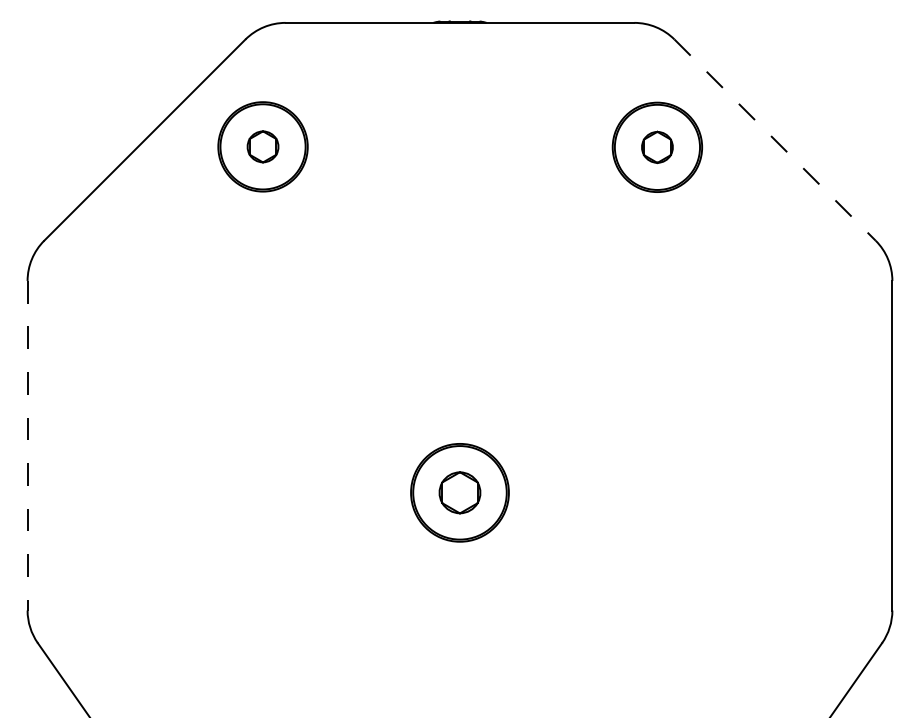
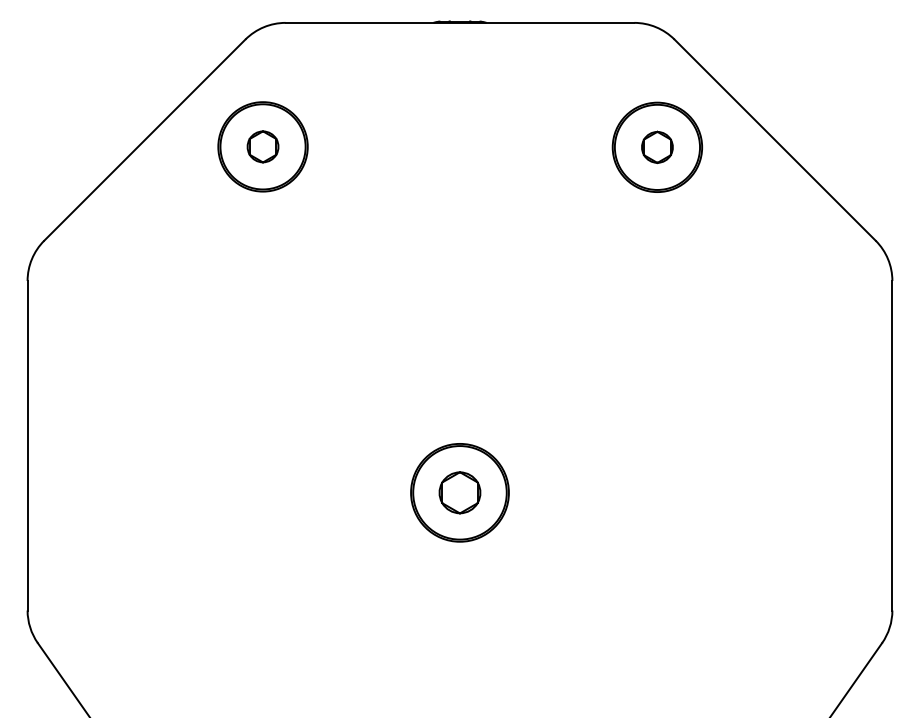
line at (775, 140): dashed -> solid
line at (27, 445): dashed -> solid
